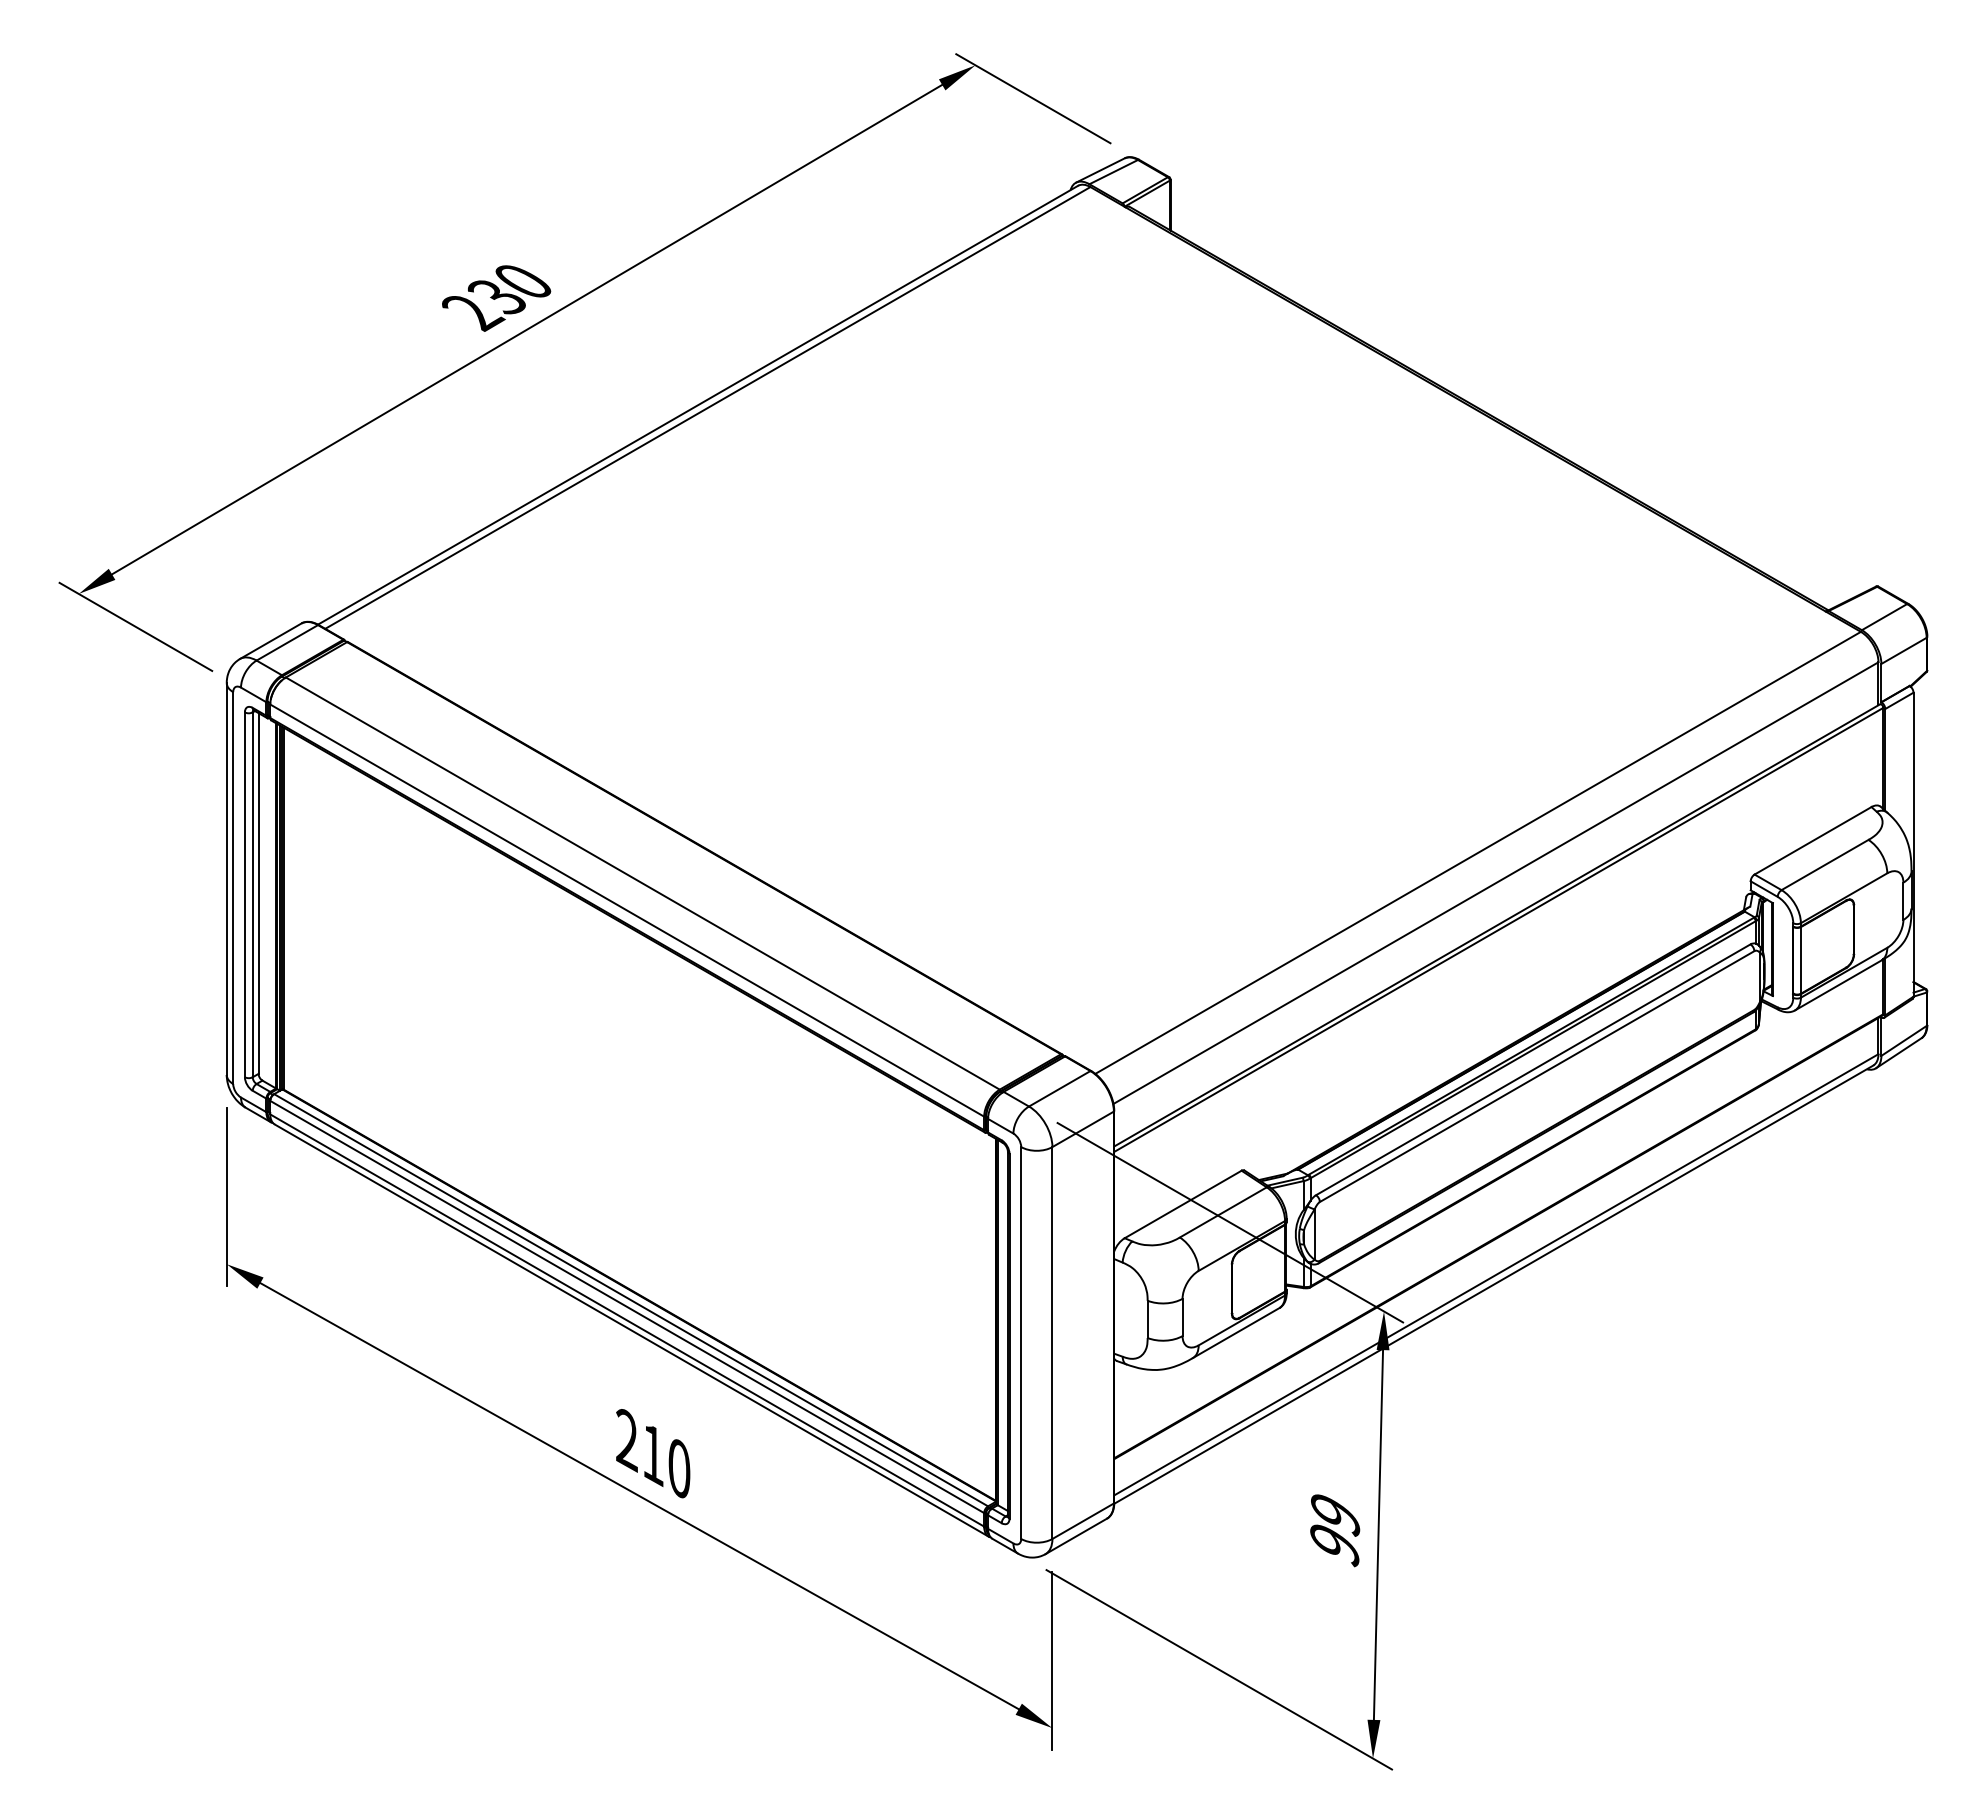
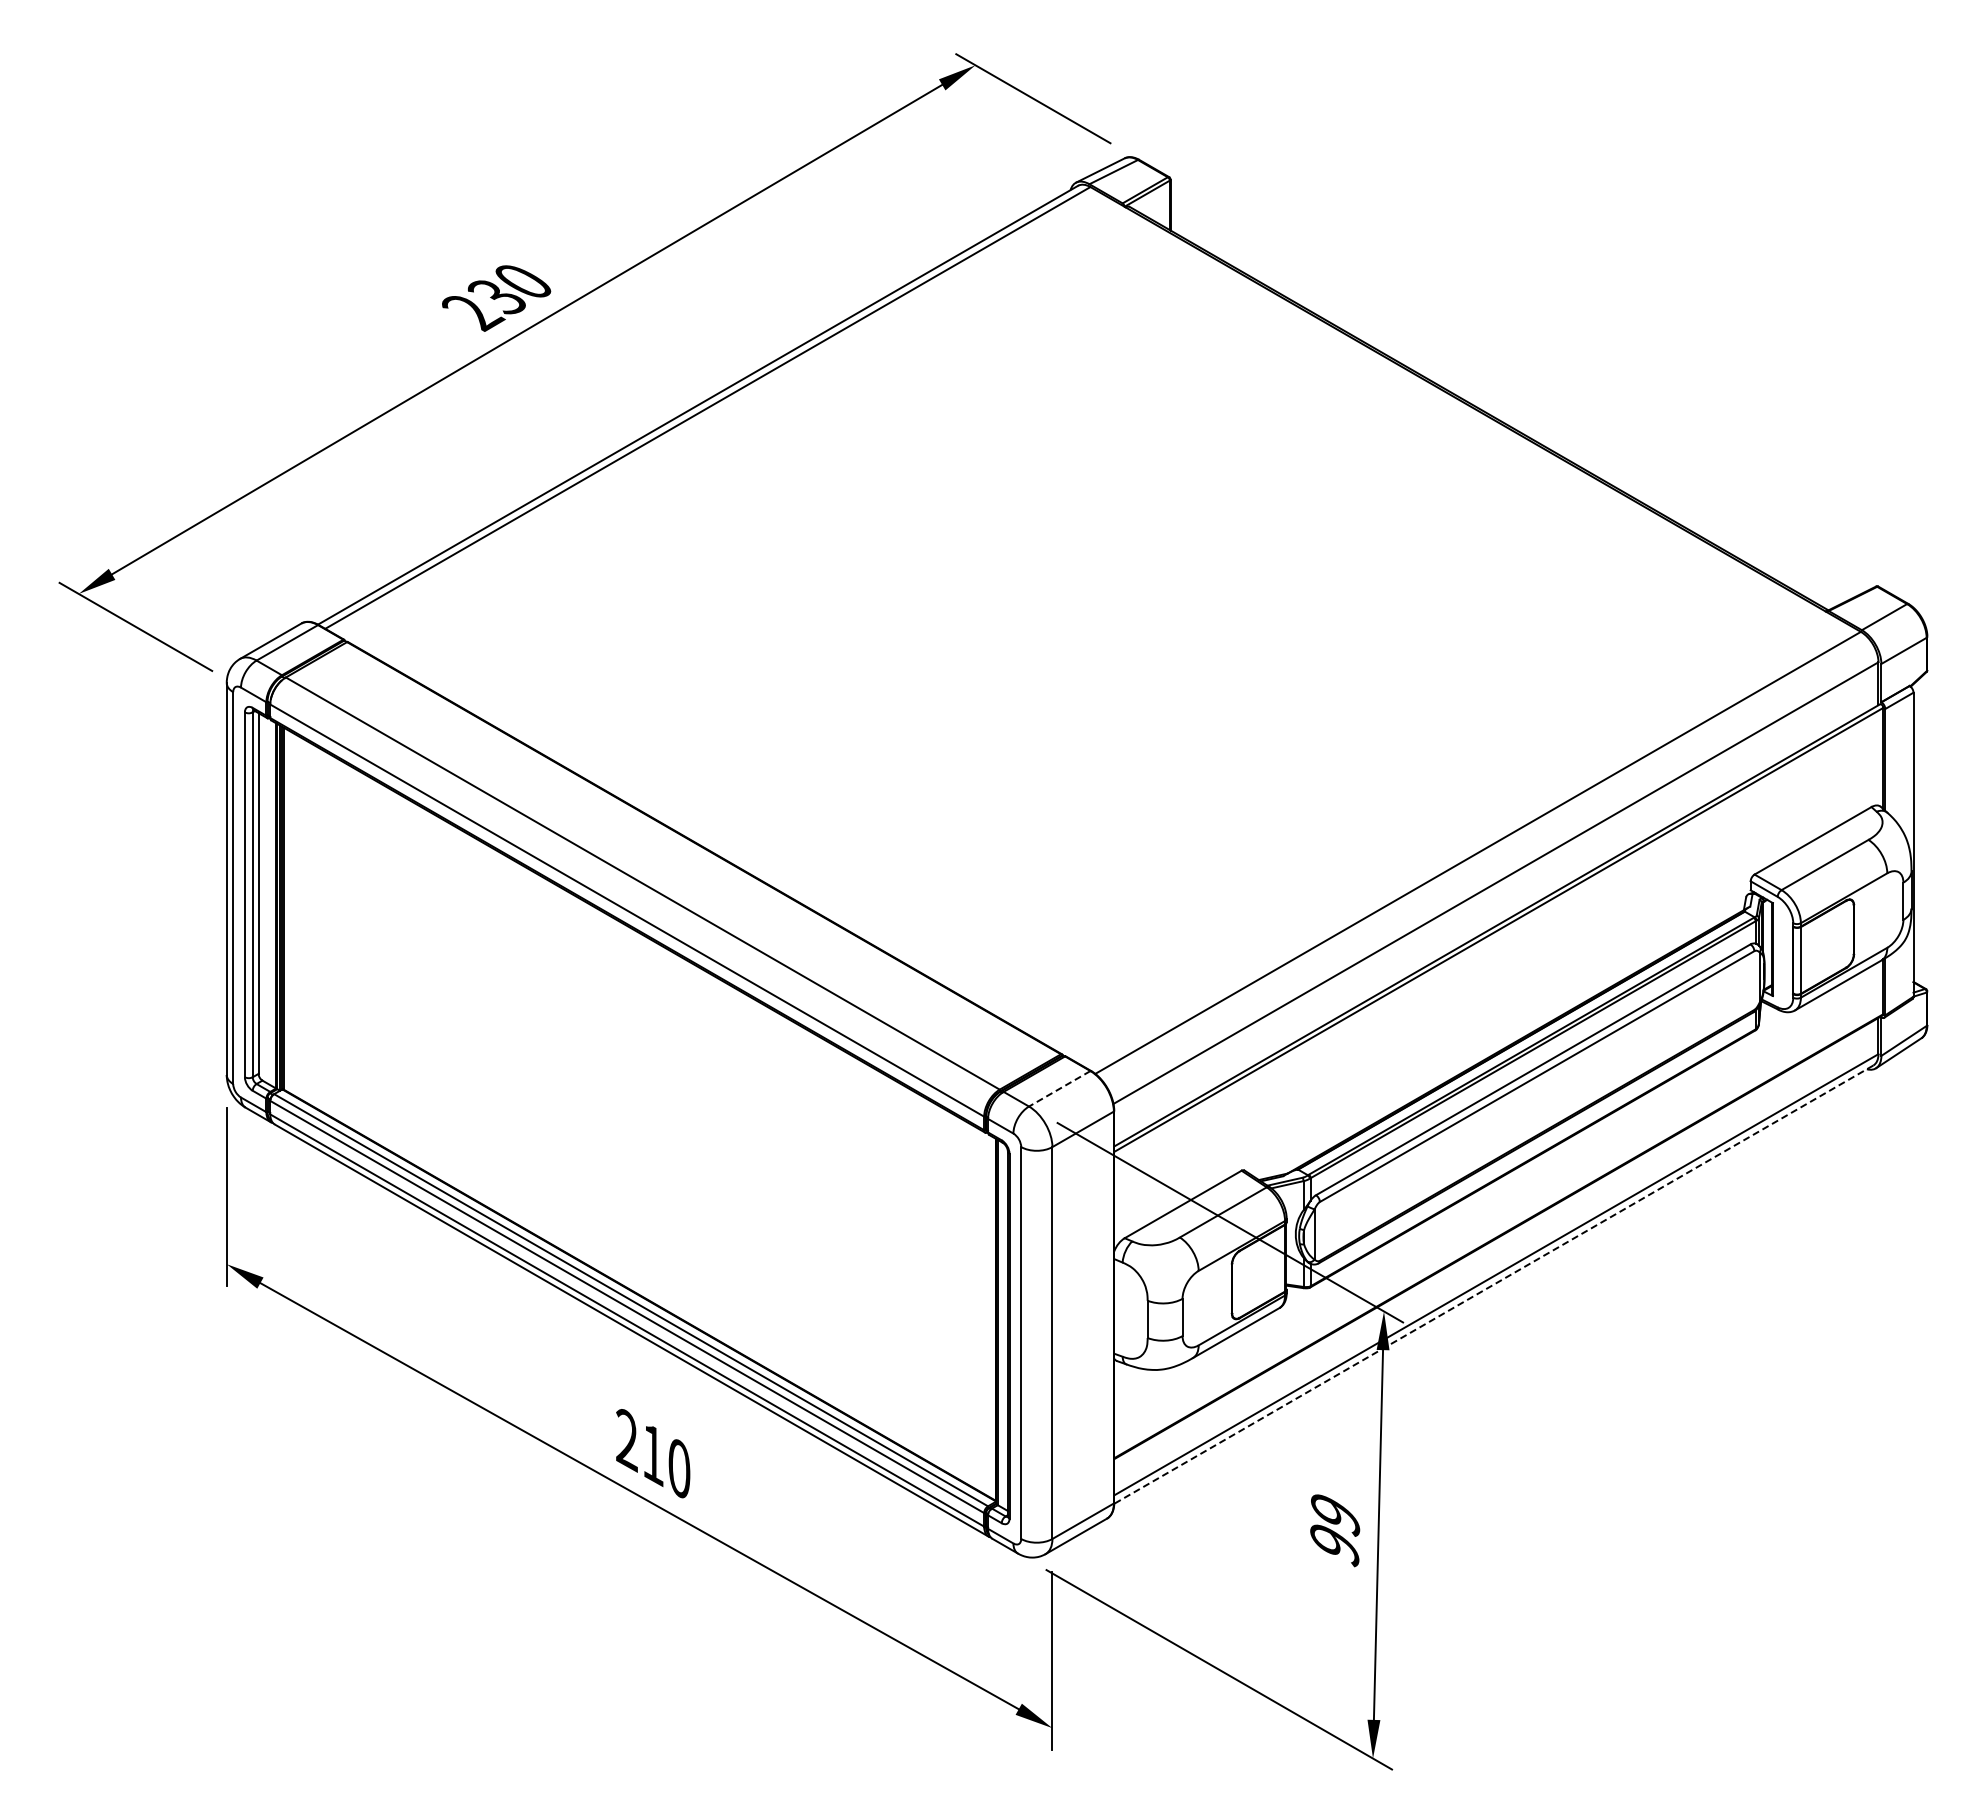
line at (1059, 1089): solid -> dashed
line at (1493, 1284): solid -> dashed
